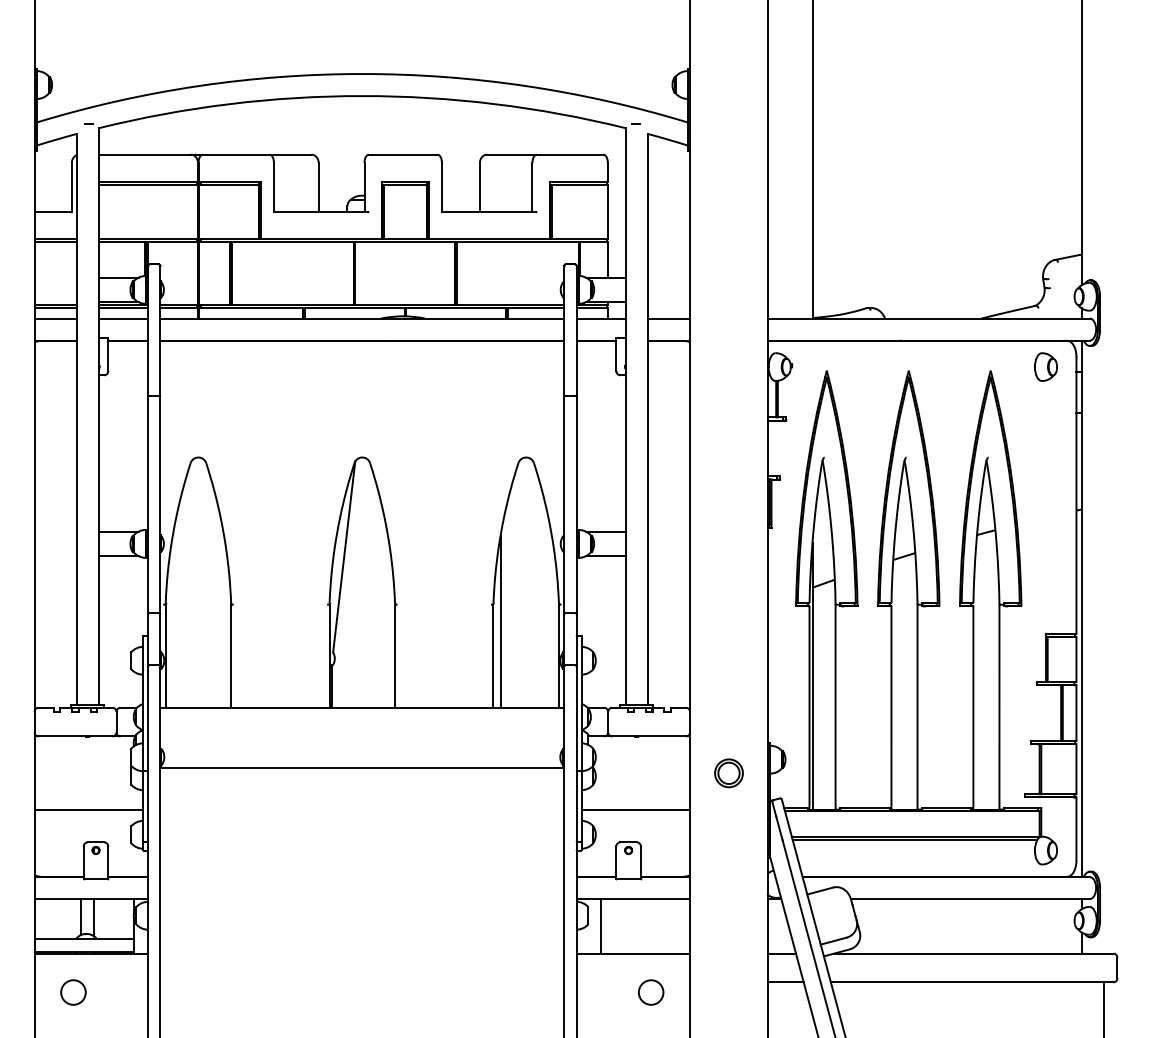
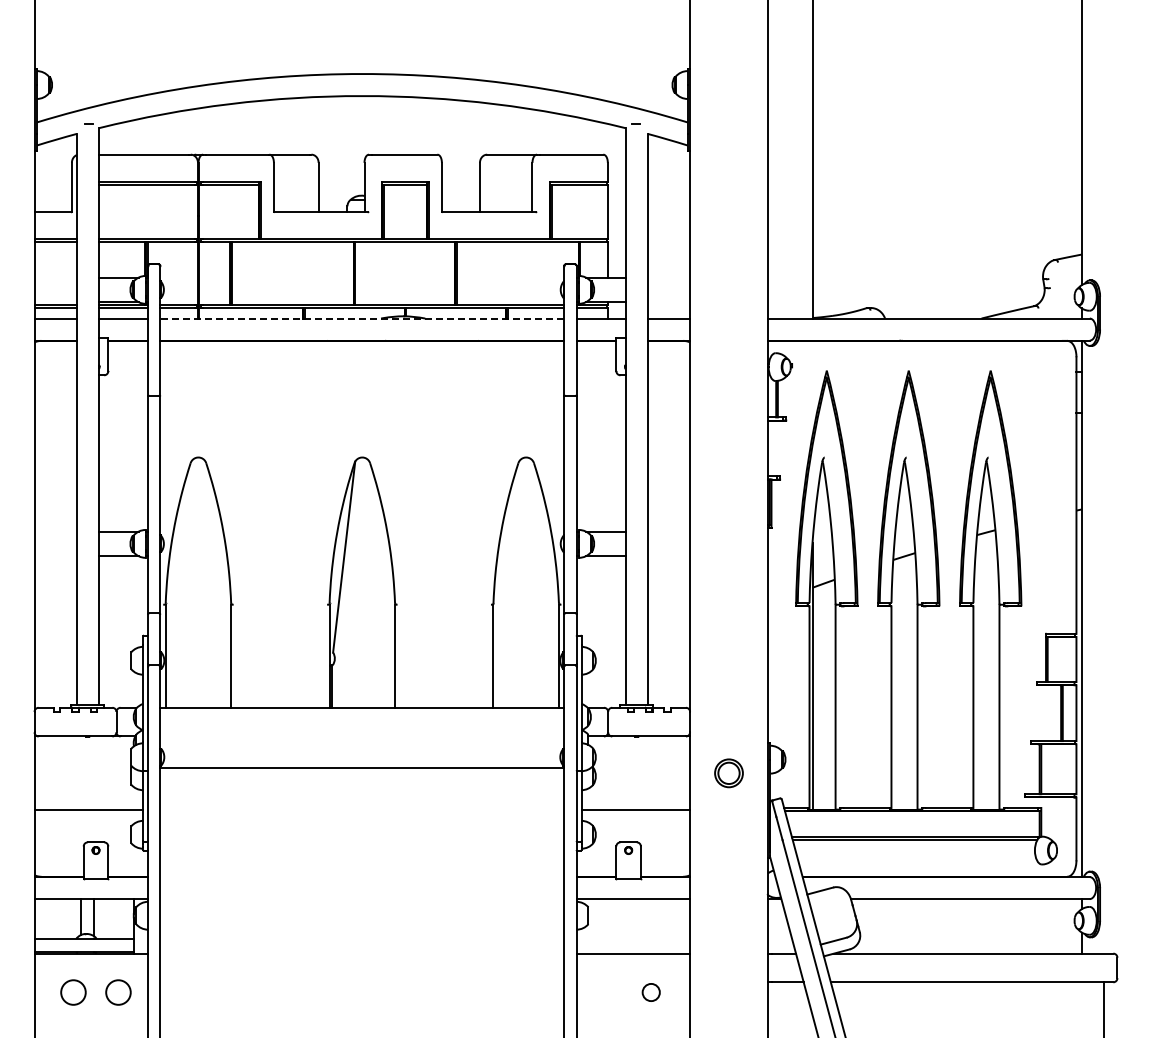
line at (362, 318): solid -> dashed
part at (1045, 366): present -> none
line at (500, 621): present -> none
line at (600, 926): present -> none
circle at (118, 992): none -> present
circle at (651, 992) size: 27x27 px -> 20x19 px
